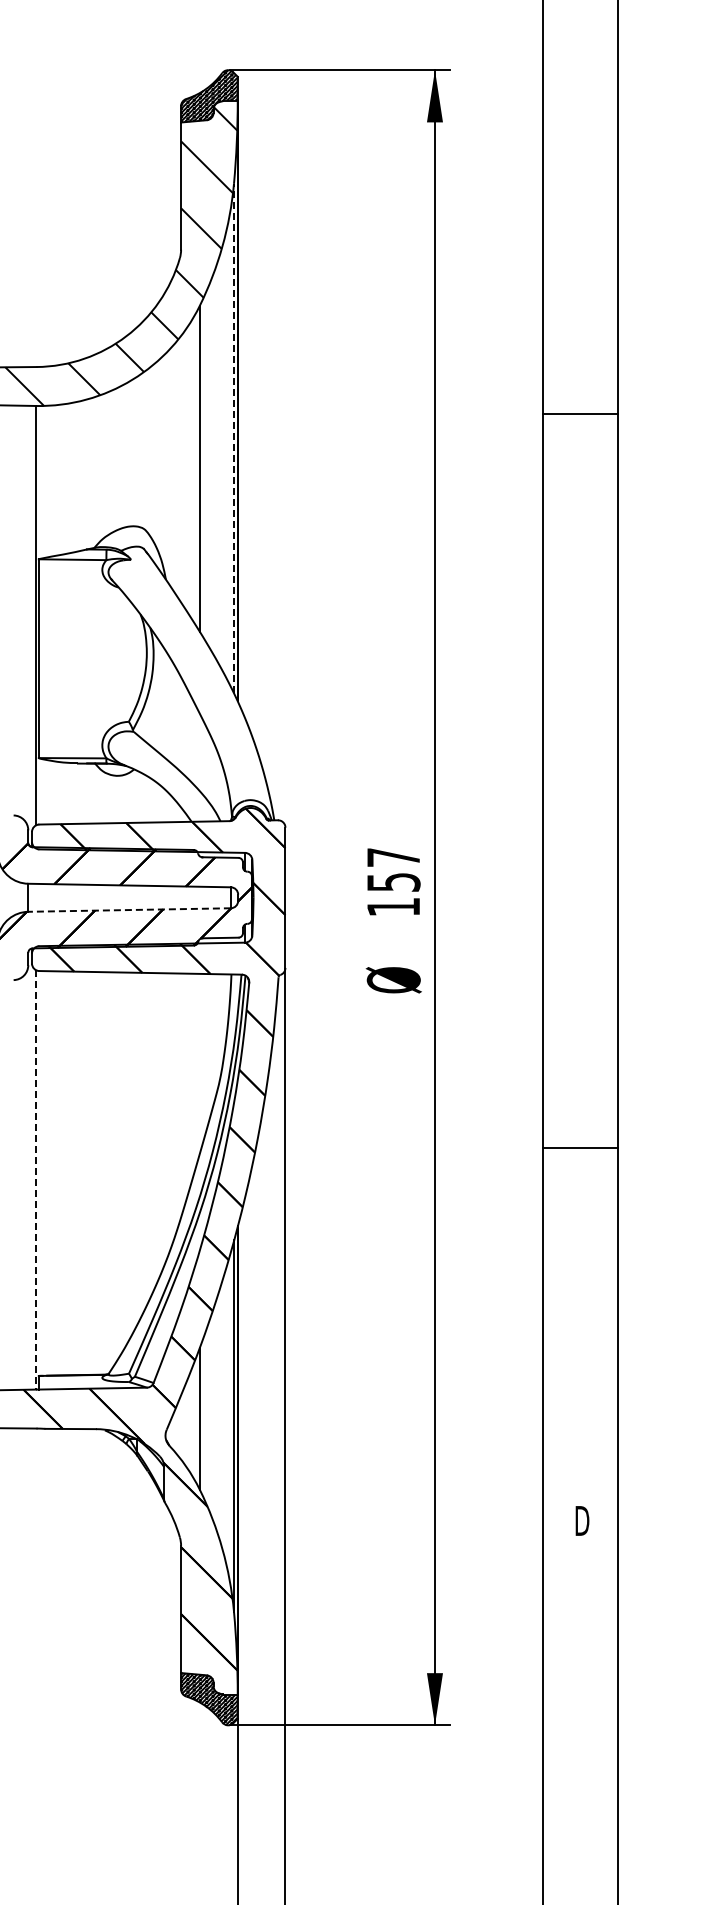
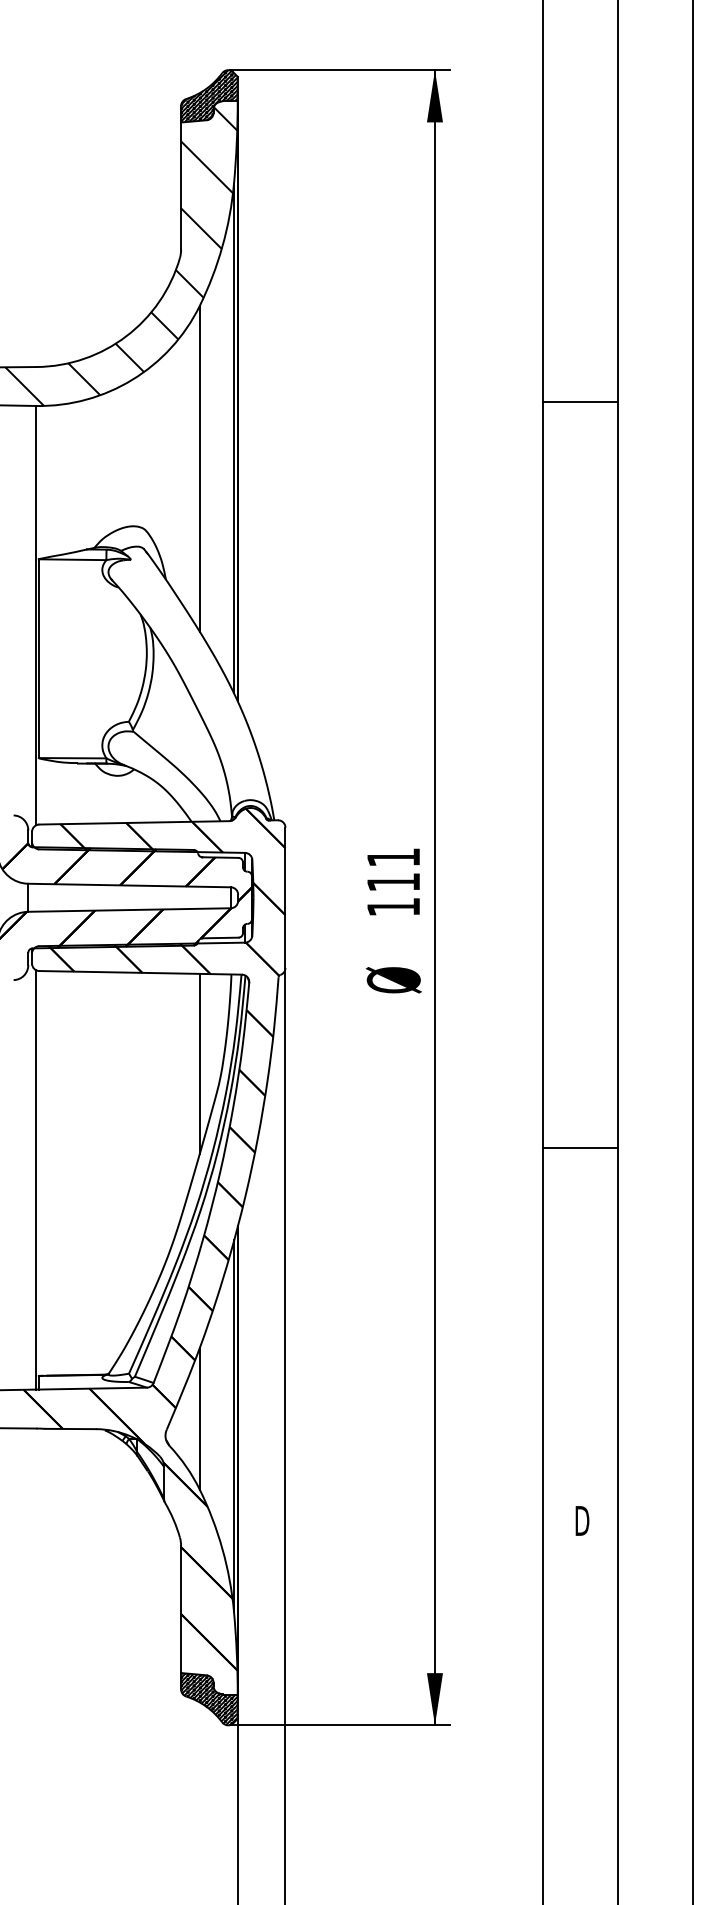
line at (580, 414) position: (580, 414) -> (580, 402)
line at (233, 438): dashed -> solid
text at (393, 869): 157 -> 111
line at (129, 910): dashed -> solid
line at (692, 951): none -> present
line at (199, 1063): none -> present
line at (36, 1179): dashed -> solid
